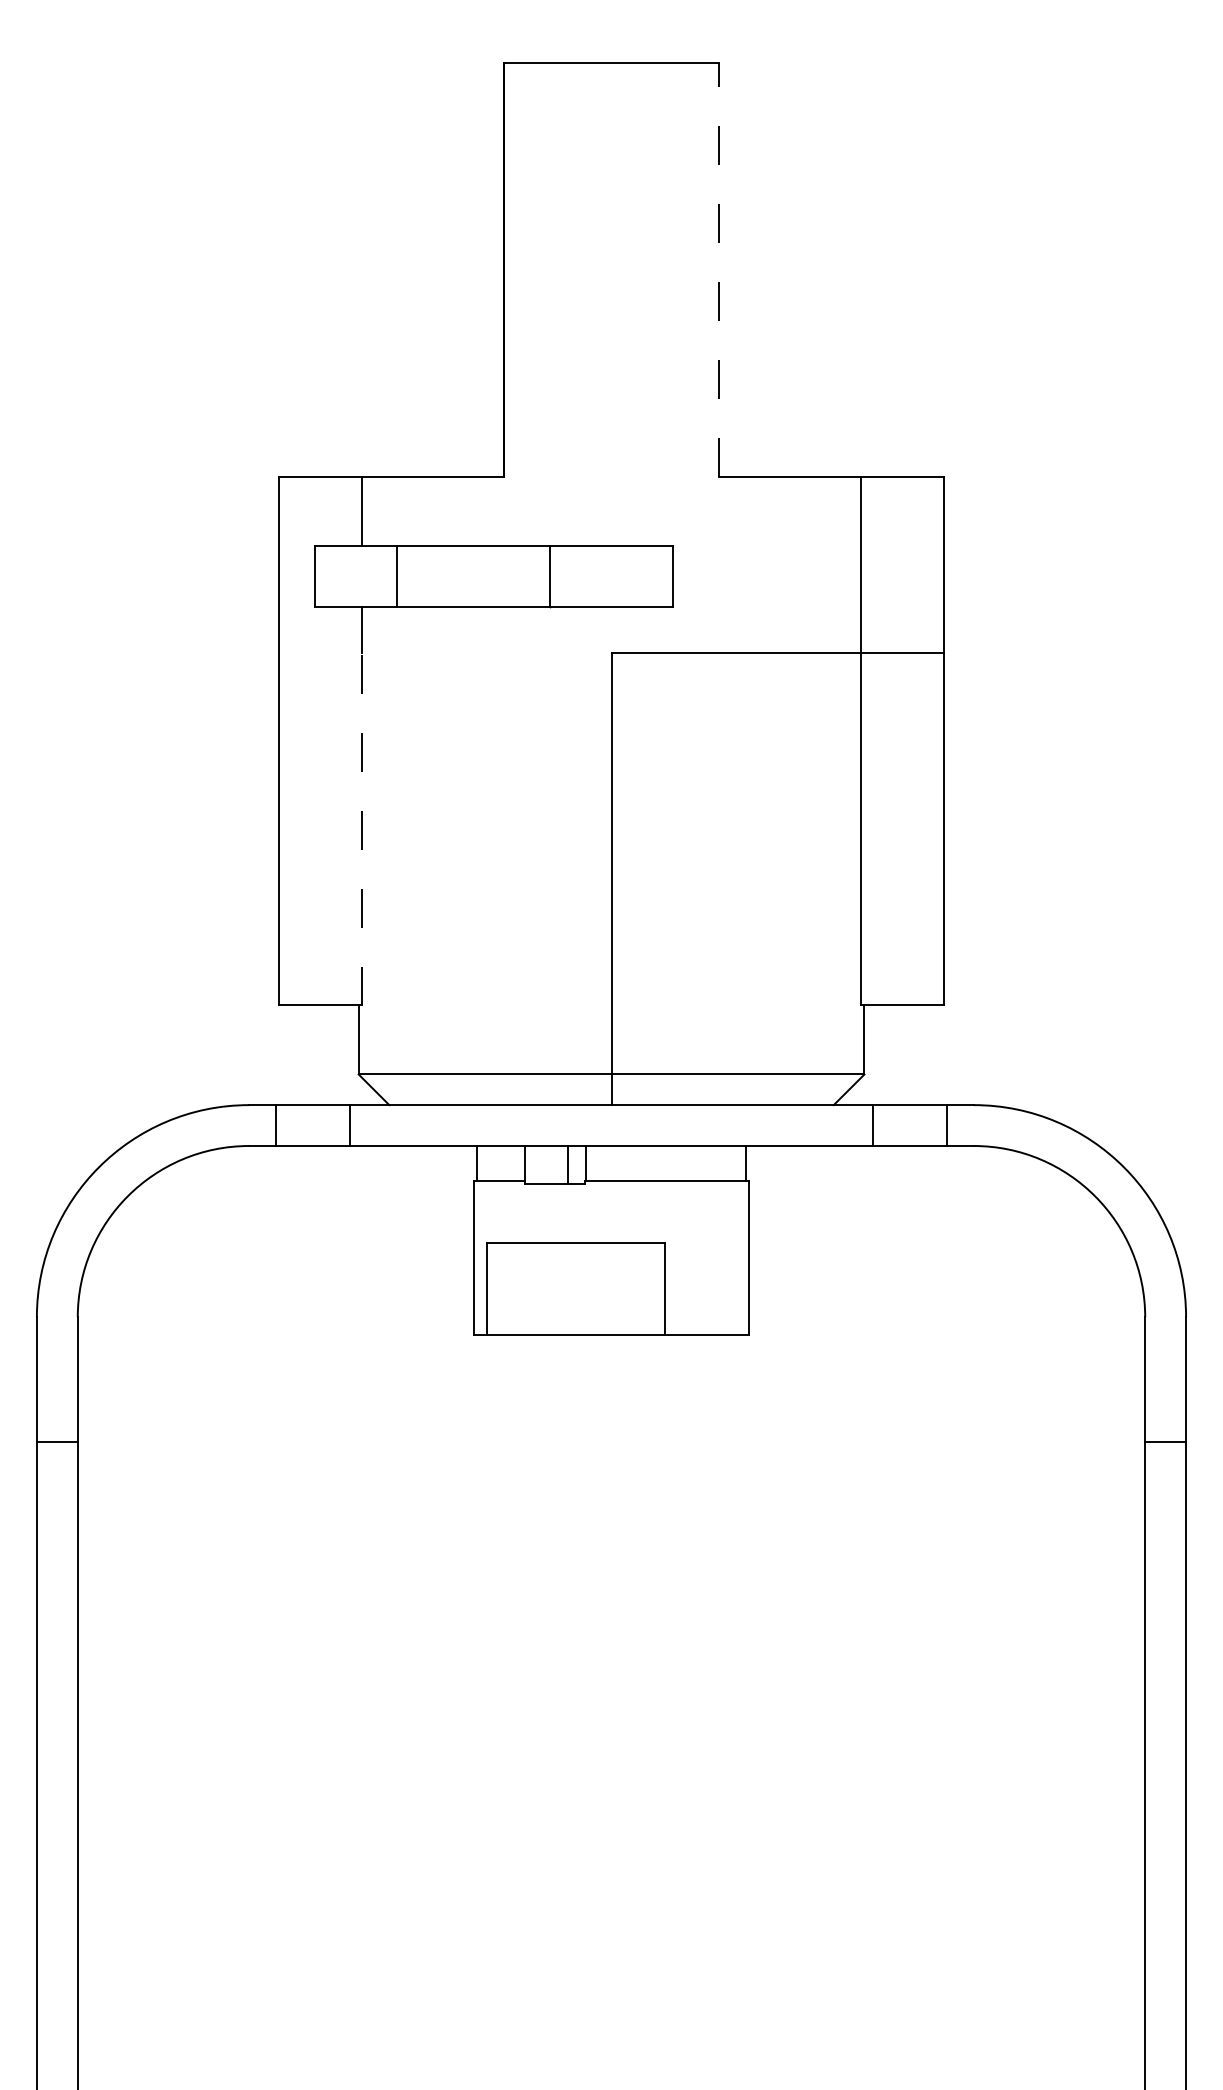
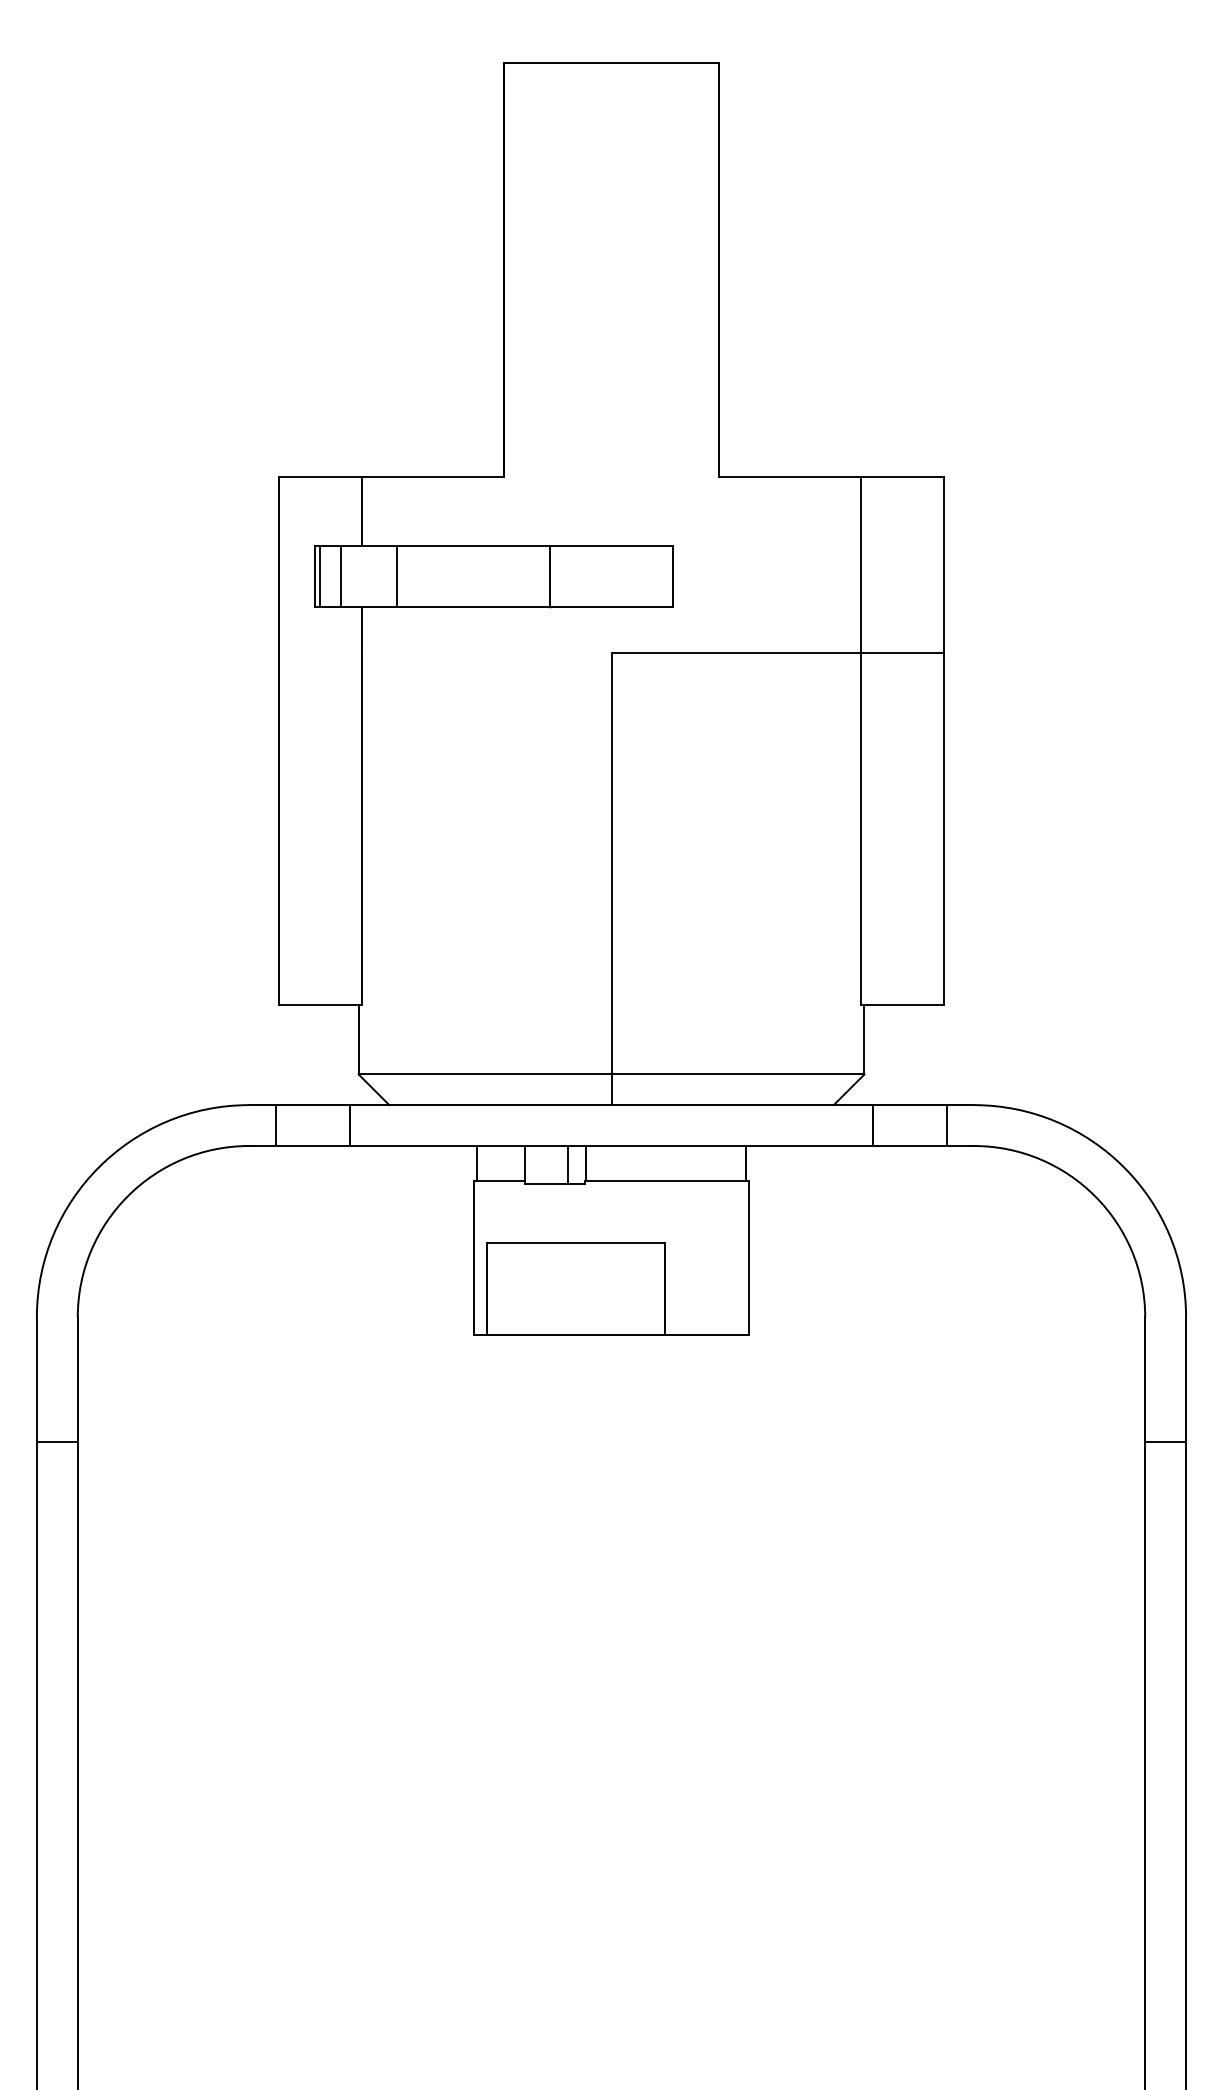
line at (718, 269): dashed -> solid
line at (320, 575): none -> present
line at (340, 575): none -> present
line at (361, 828): dashed -> solid
